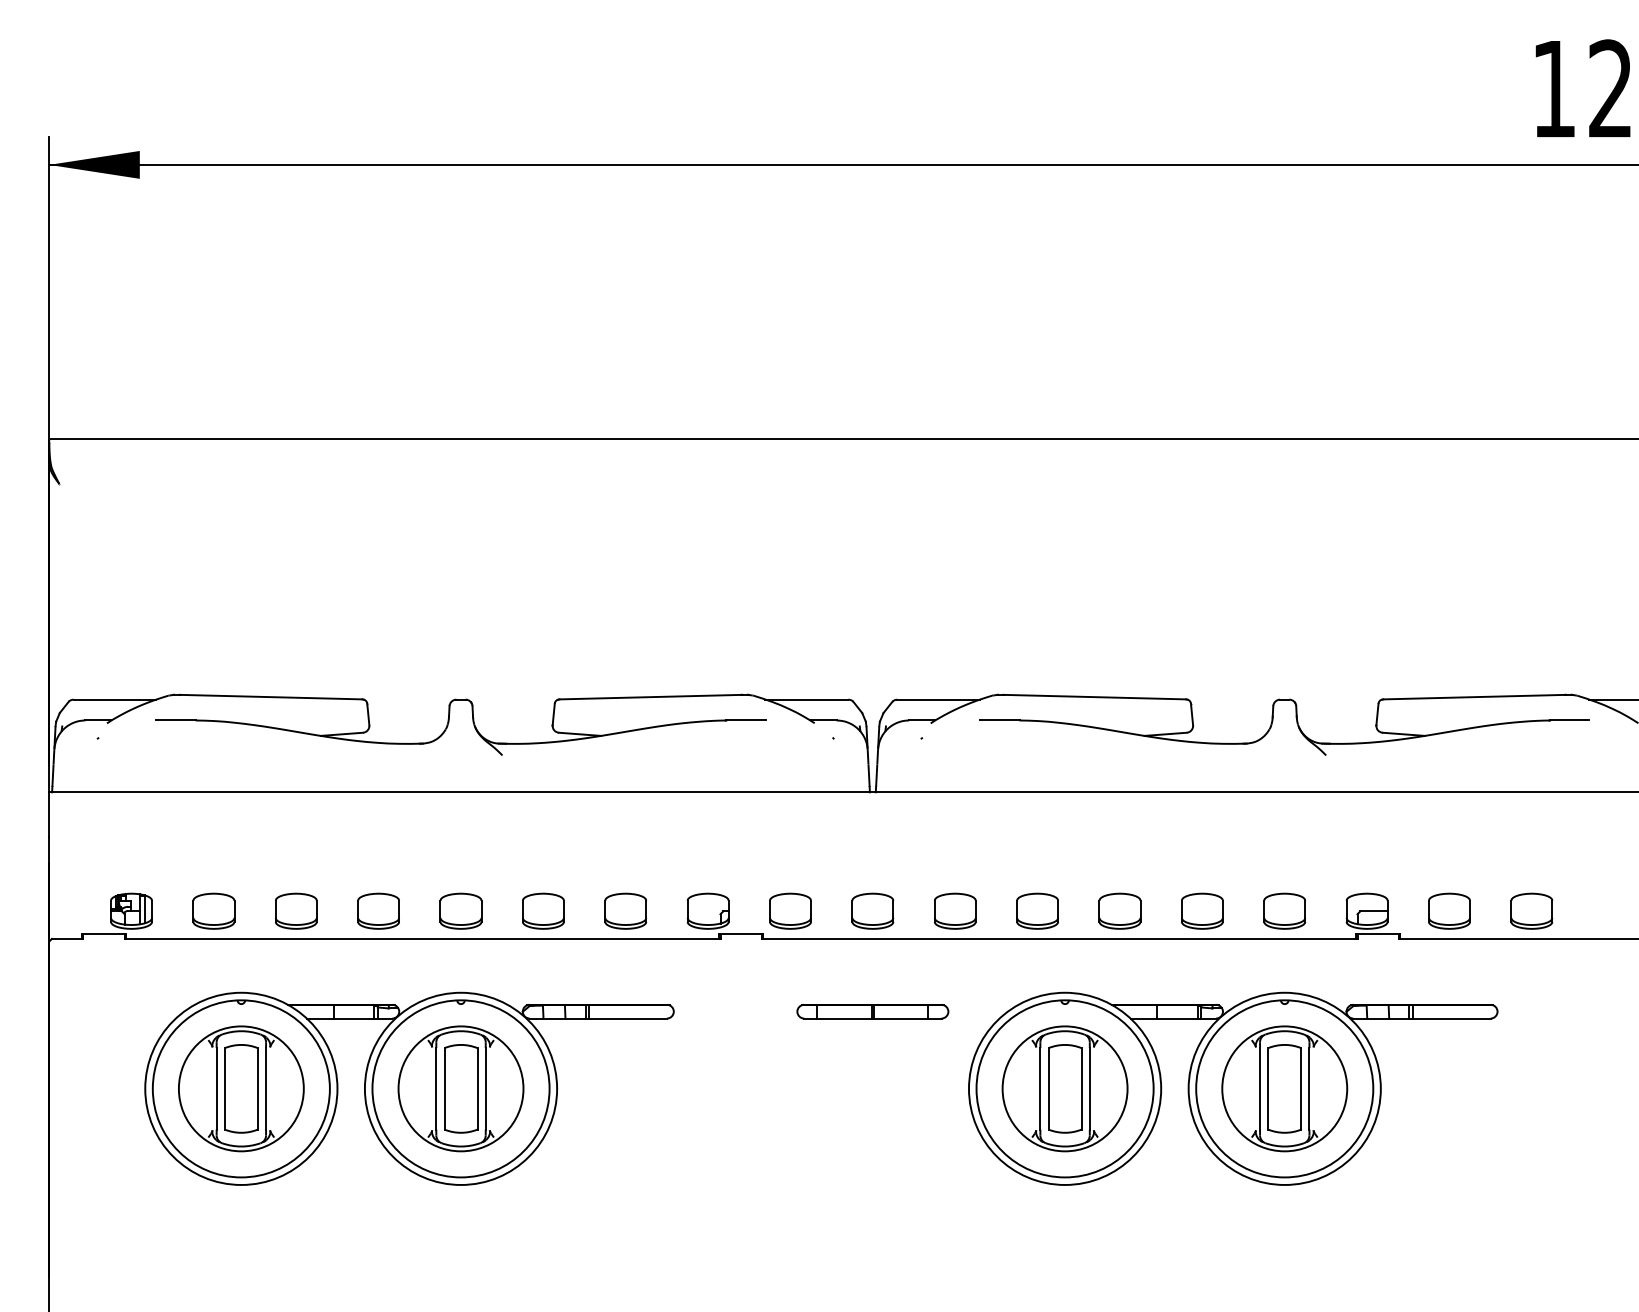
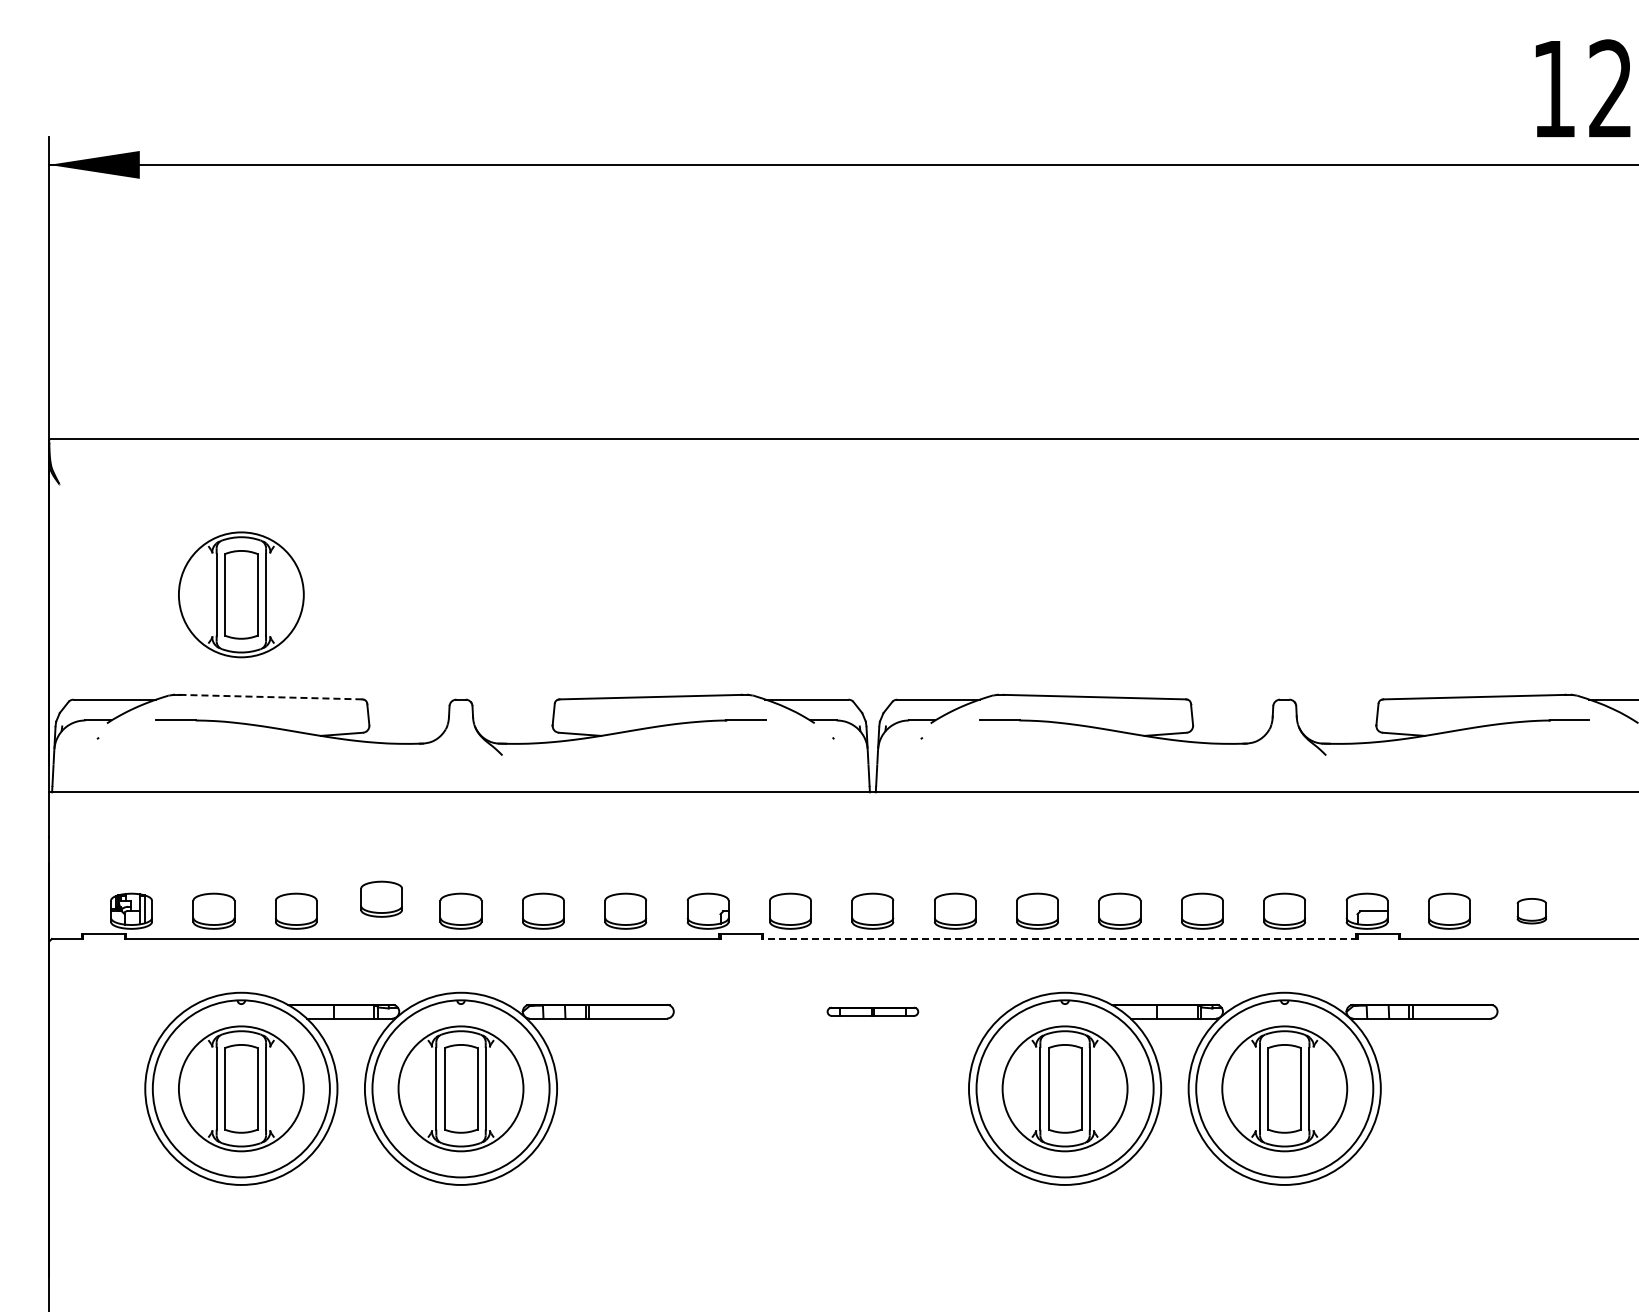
part at (241, 594): none -> present
line at (270, 697): solid -> dashed
part at (378, 910) position: (378, 910) -> (381, 898)
part at (1531, 910) size: 44x38 px -> 31x27 px
line at (1059, 938): solid -> dashed
part at (872, 1011) size: 154x16 px -> 94x11 px
